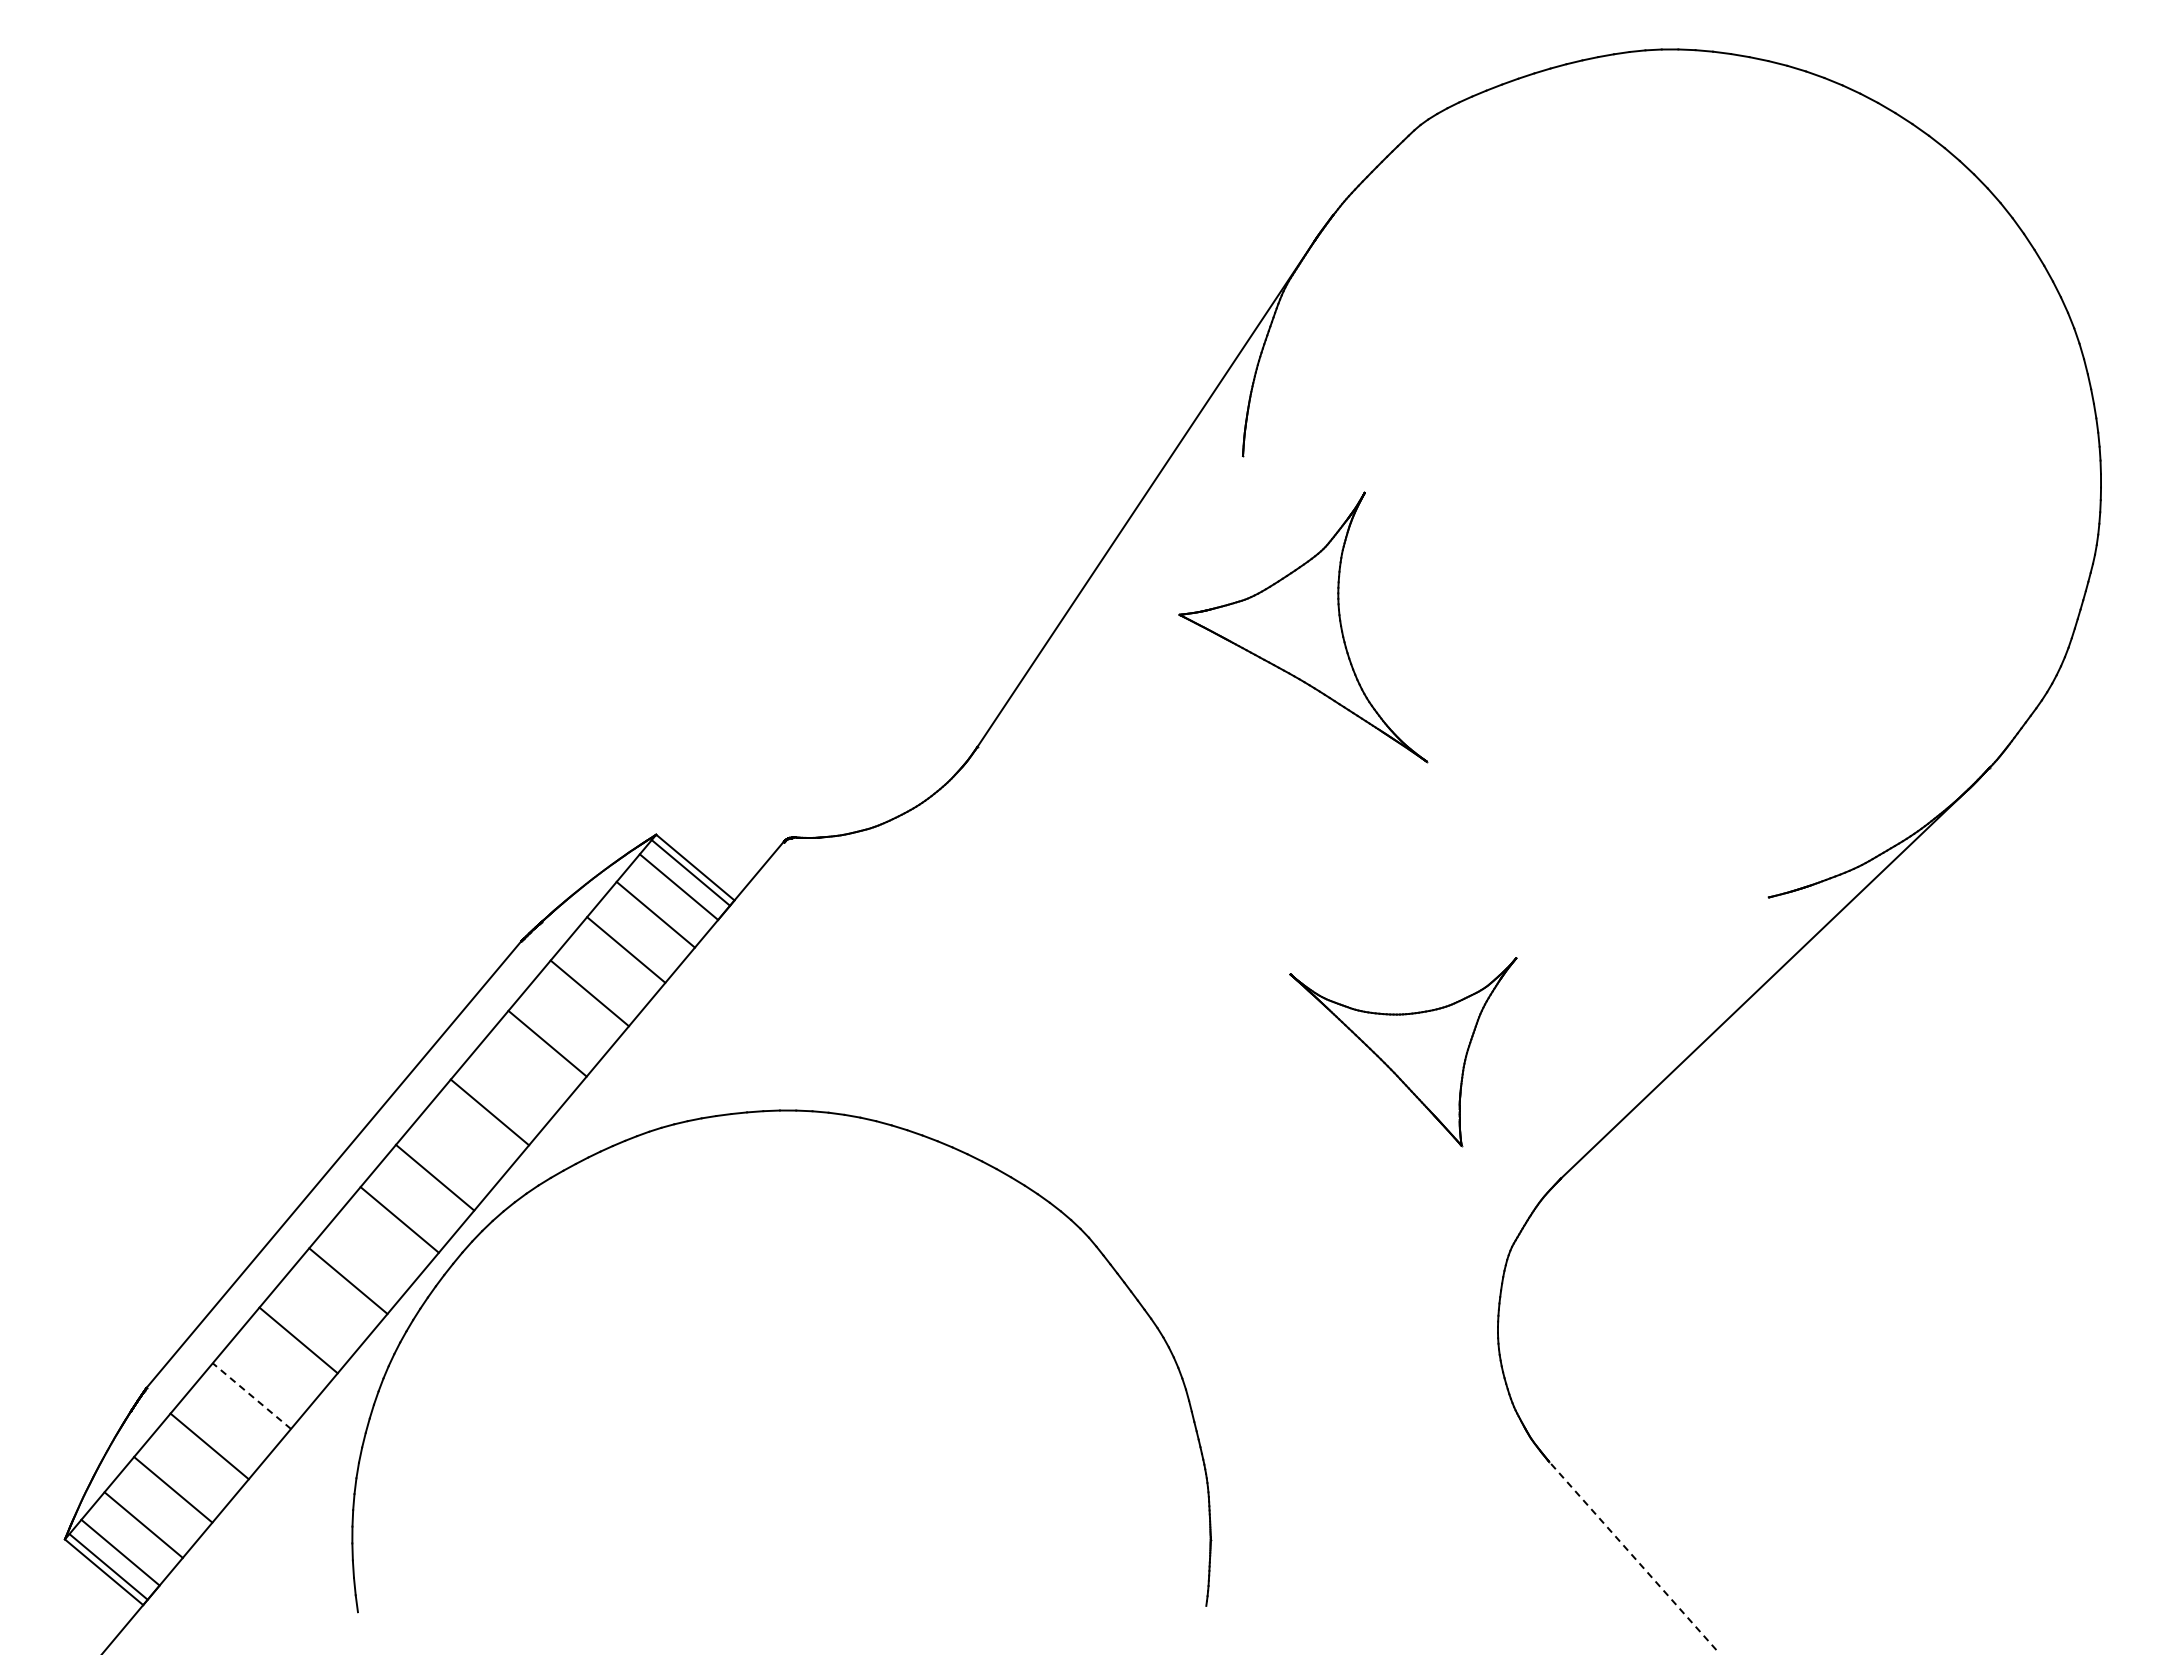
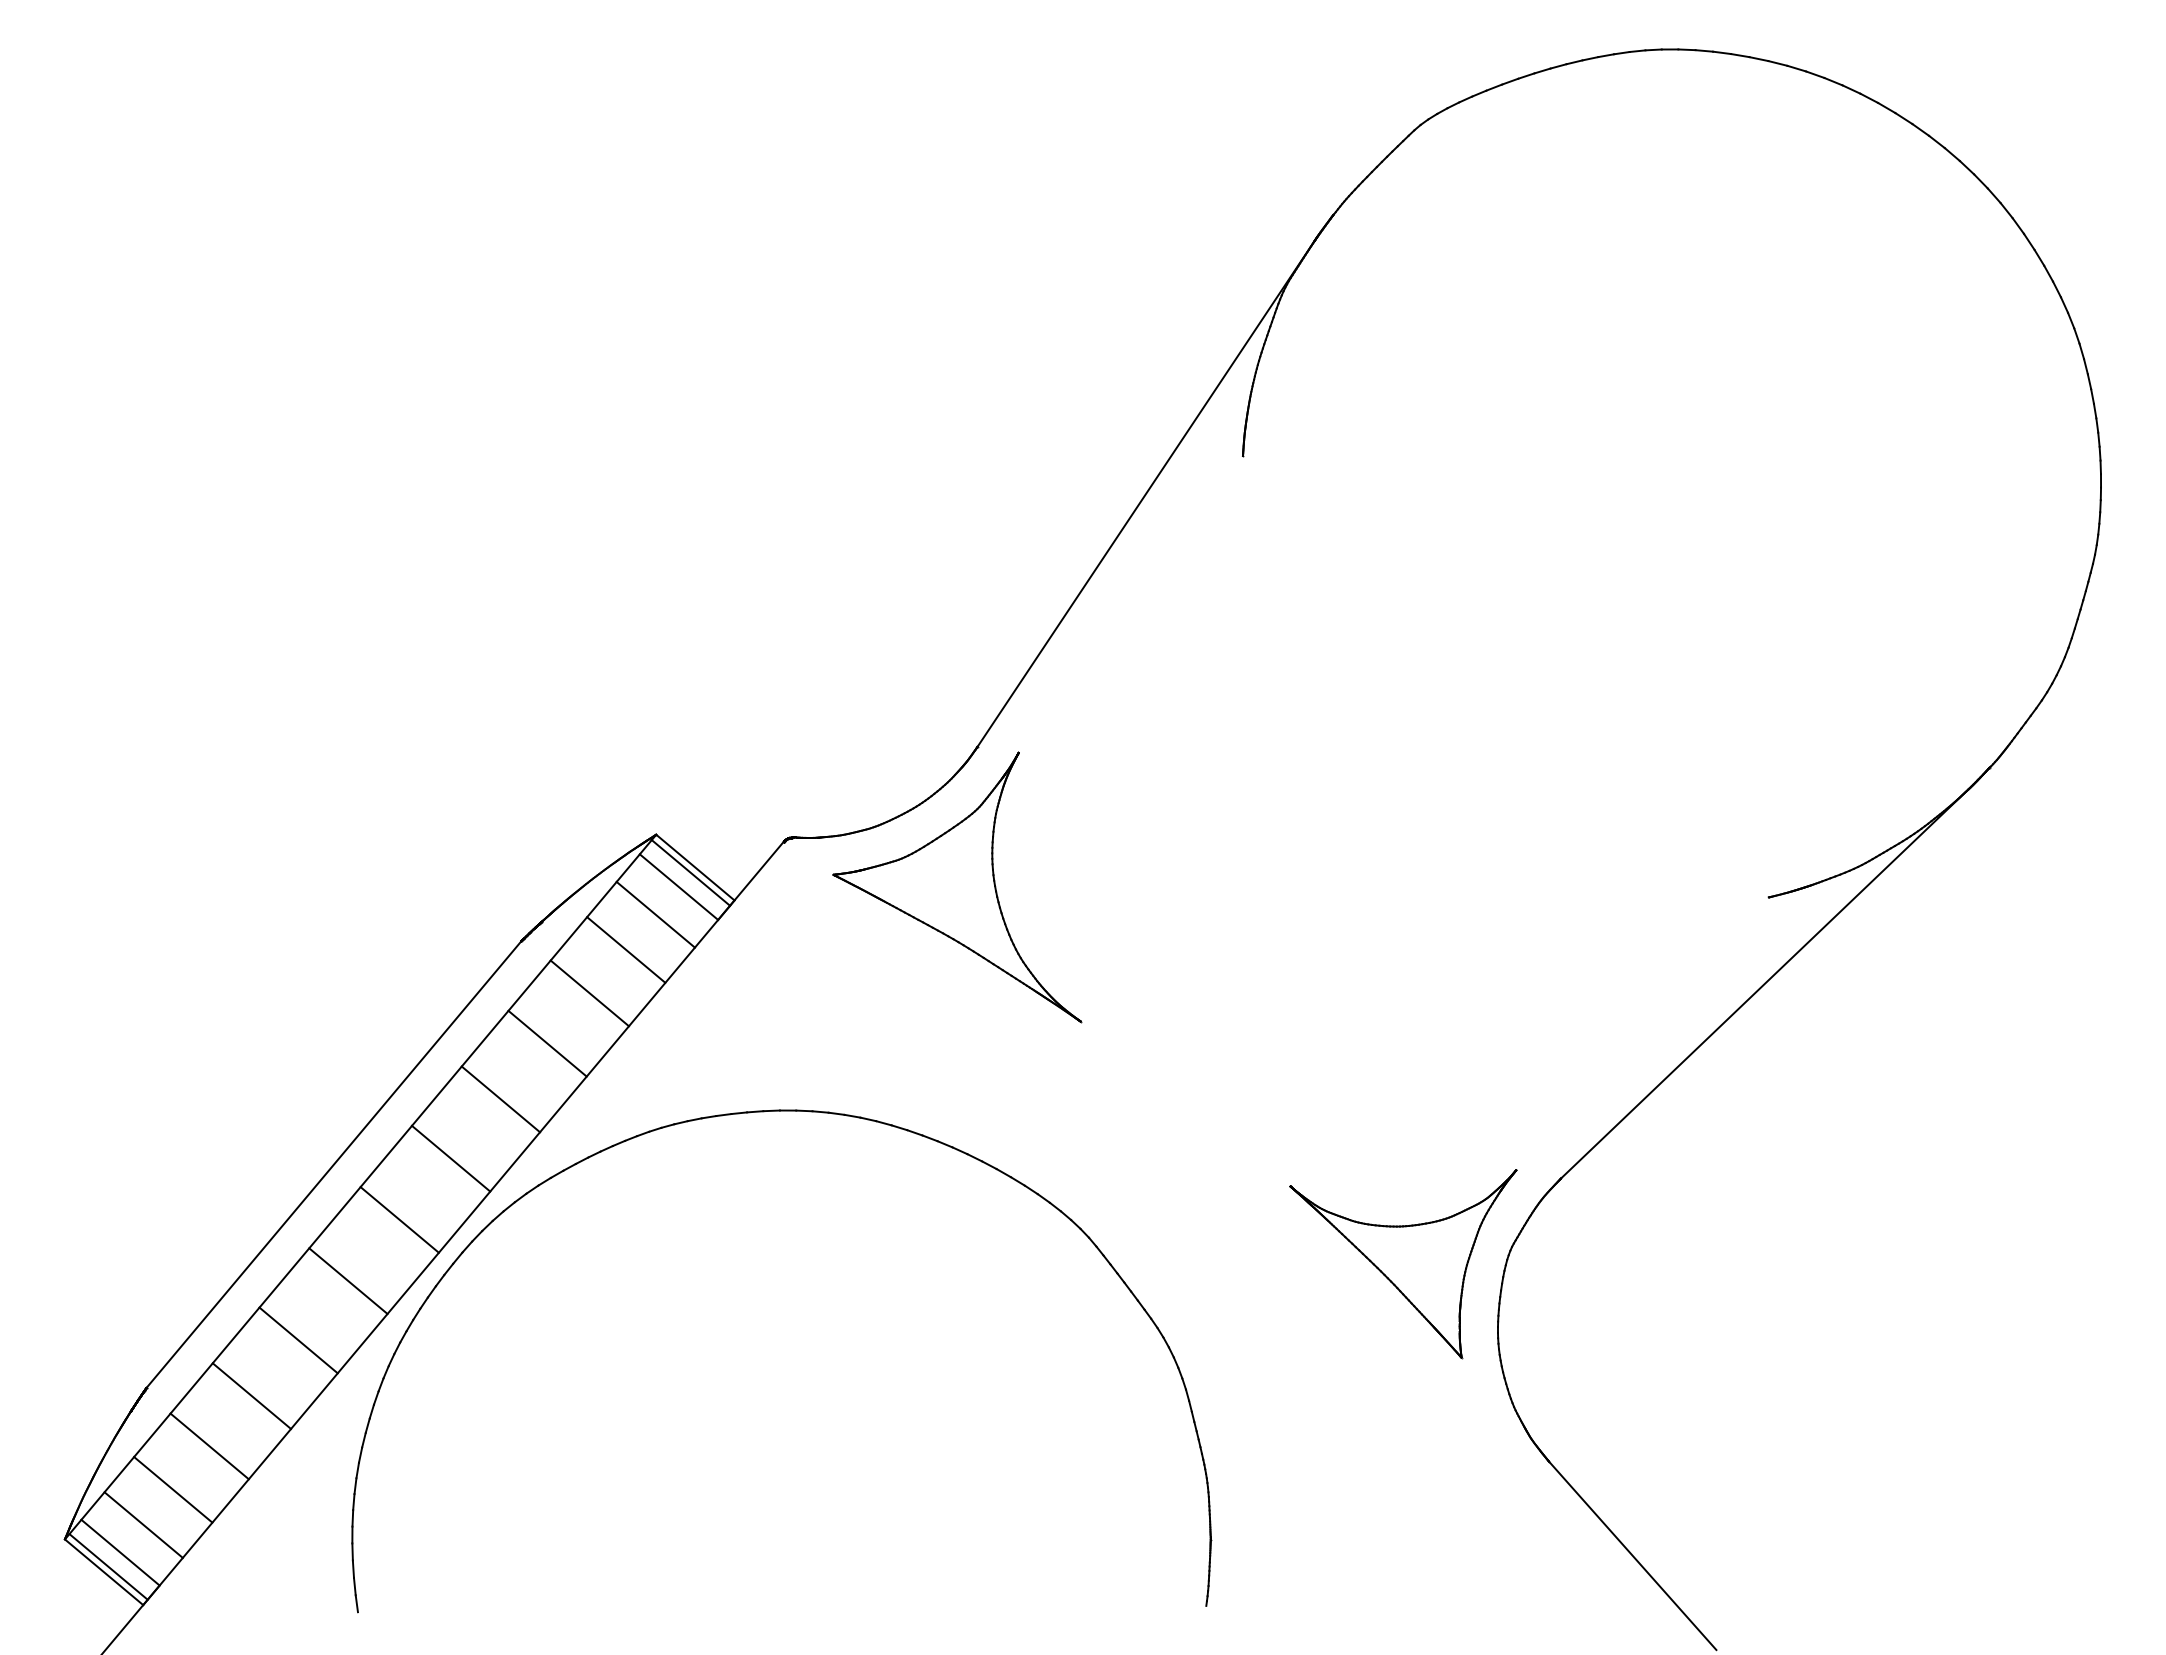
part at (1303, 627) position: (1303, 627) -> (957, 887)
part at (1403, 1052) position: (1403, 1052) -> (1403, 1264)
line at (489, 1112) position: (489, 1112) -> (500, 1099)
line at (434, 1177) position: (434, 1177) -> (450, 1158)
line at (251, 1395): dashed -> solid
line at (1632, 1555): dashed -> solid
